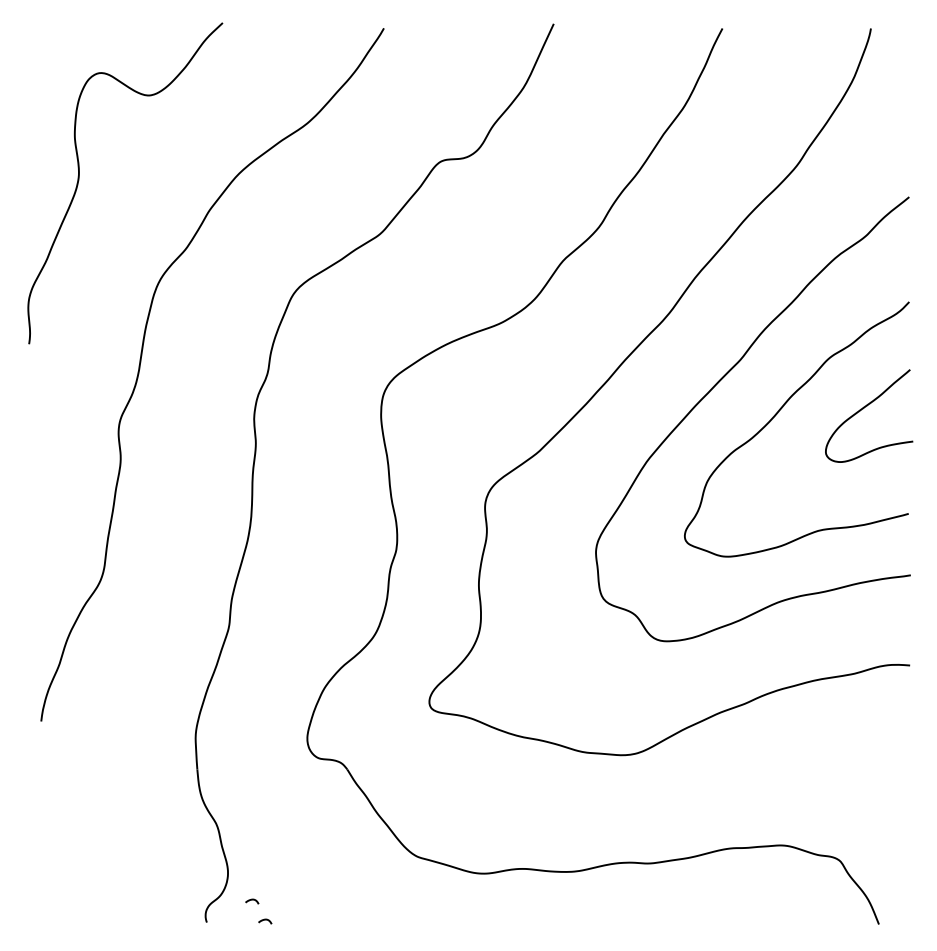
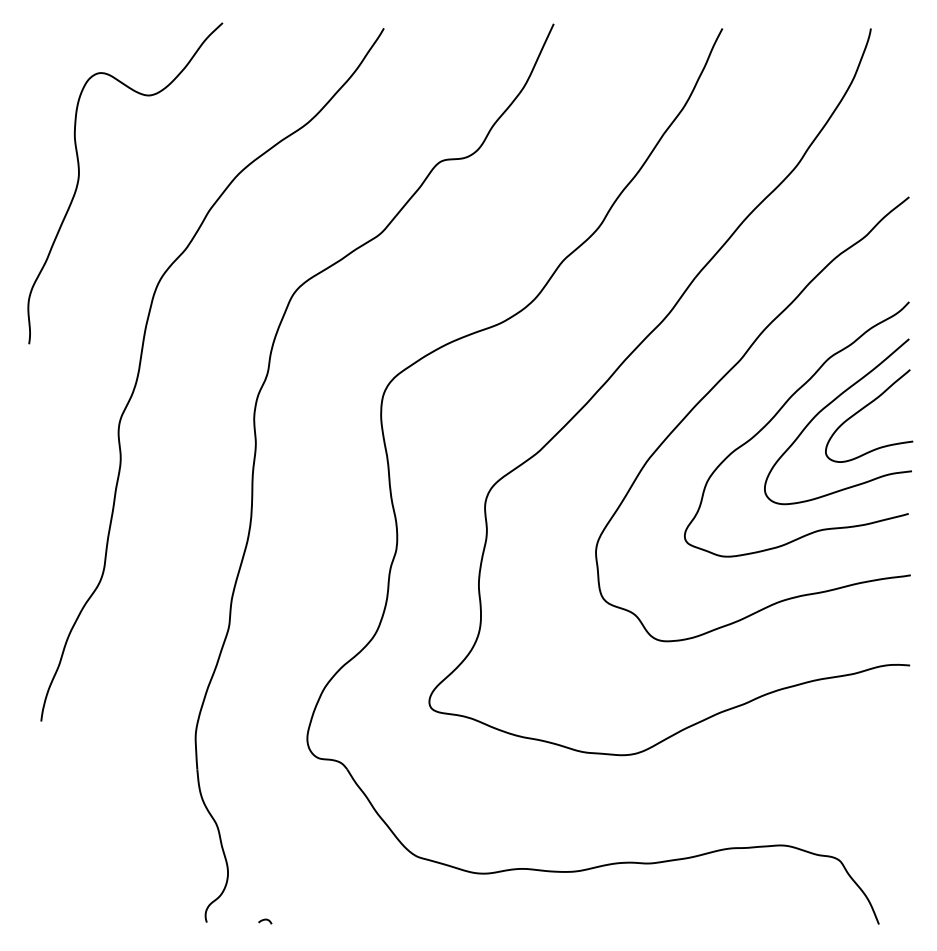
curve at (825, 408): none -> present
curve at (252, 900): present -> none
